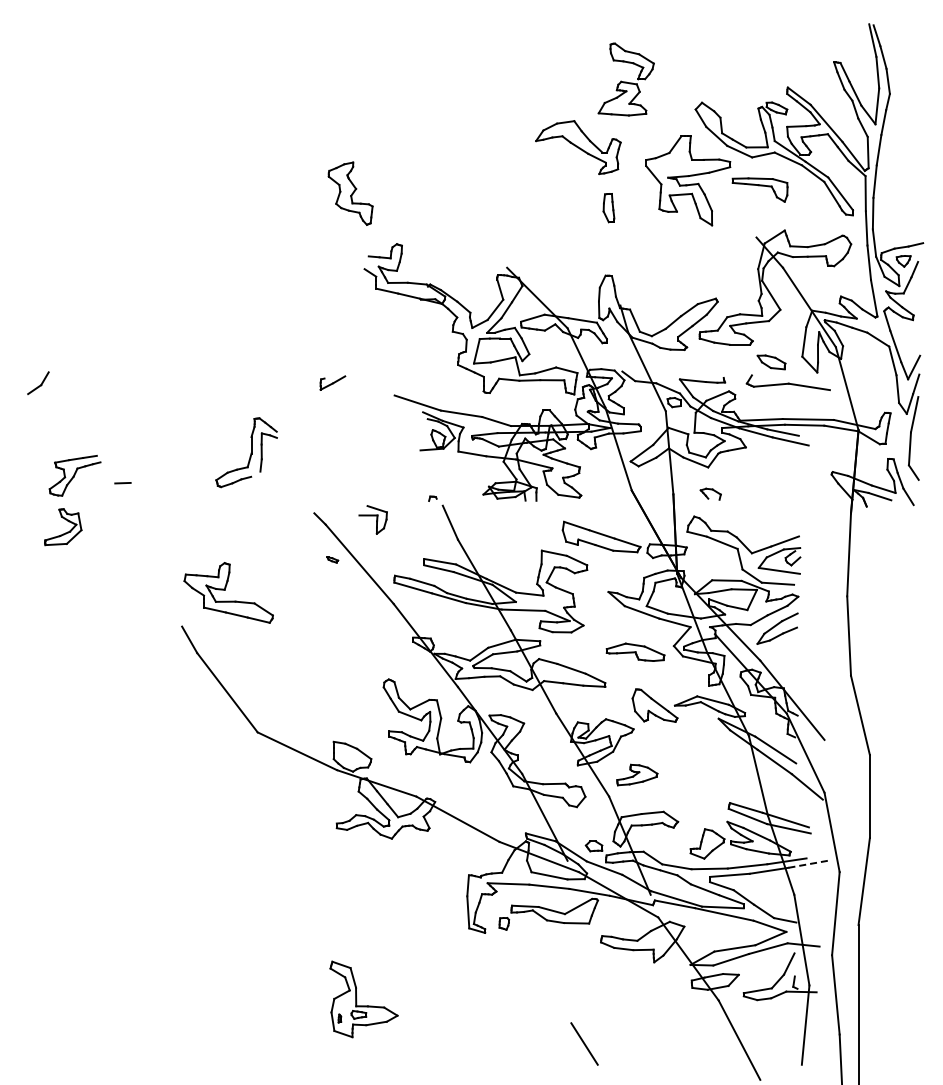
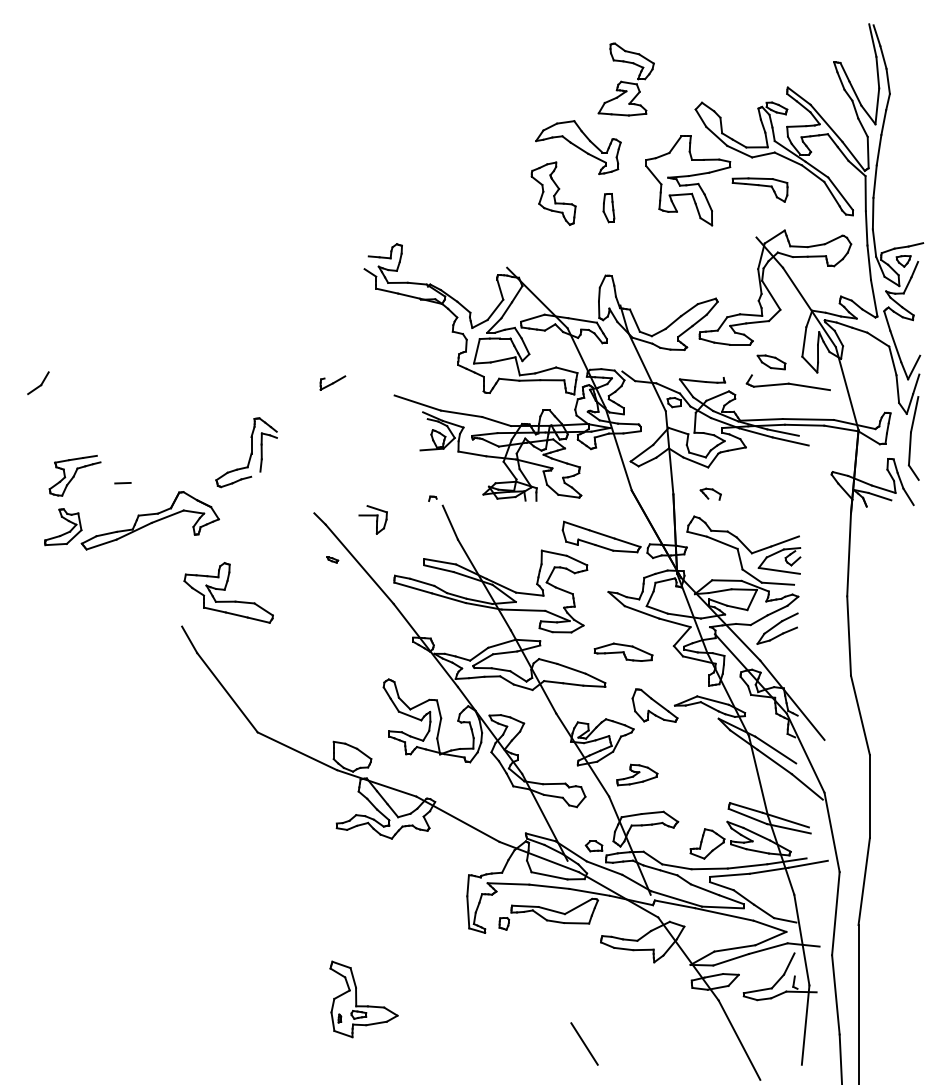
part at (350, 193) position: (350, 193) -> (553, 193)
part at (149, 520): none -> present
part at (635, 651) position: (635, 651) -> (623, 651)
line at (808, 864): dashed -> solid
